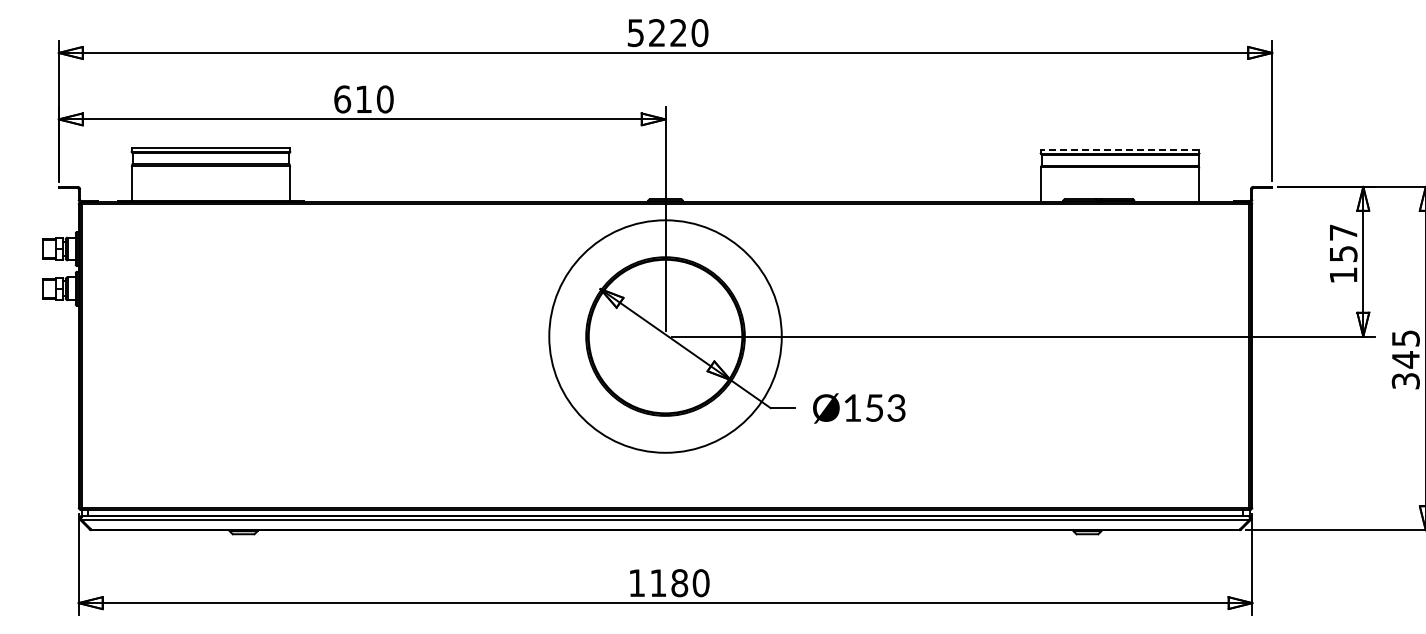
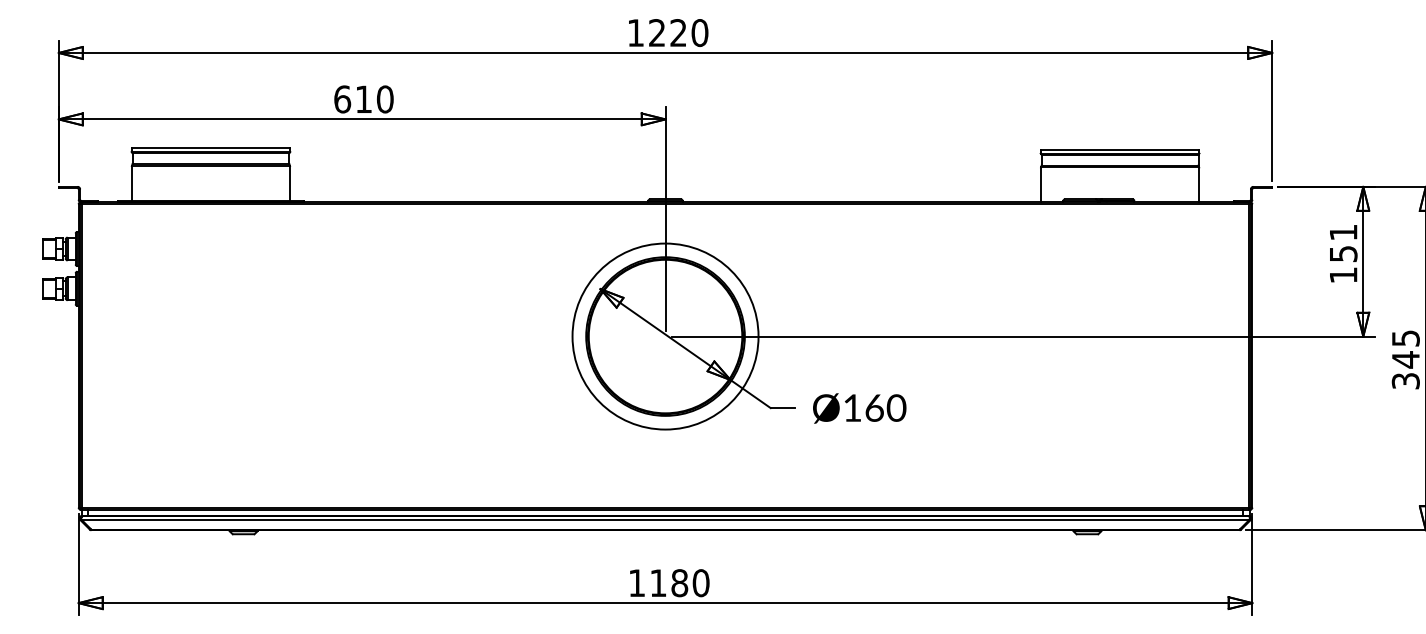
text at (635, 33): 5220 -> 1220
line at (1119, 149): dashed -> solid
text at (1343, 232): 157 -> 151
circle at (665, 336) diameter: 233 px -> 186 px
text at (885, 407): Ø153 -> Ø160
